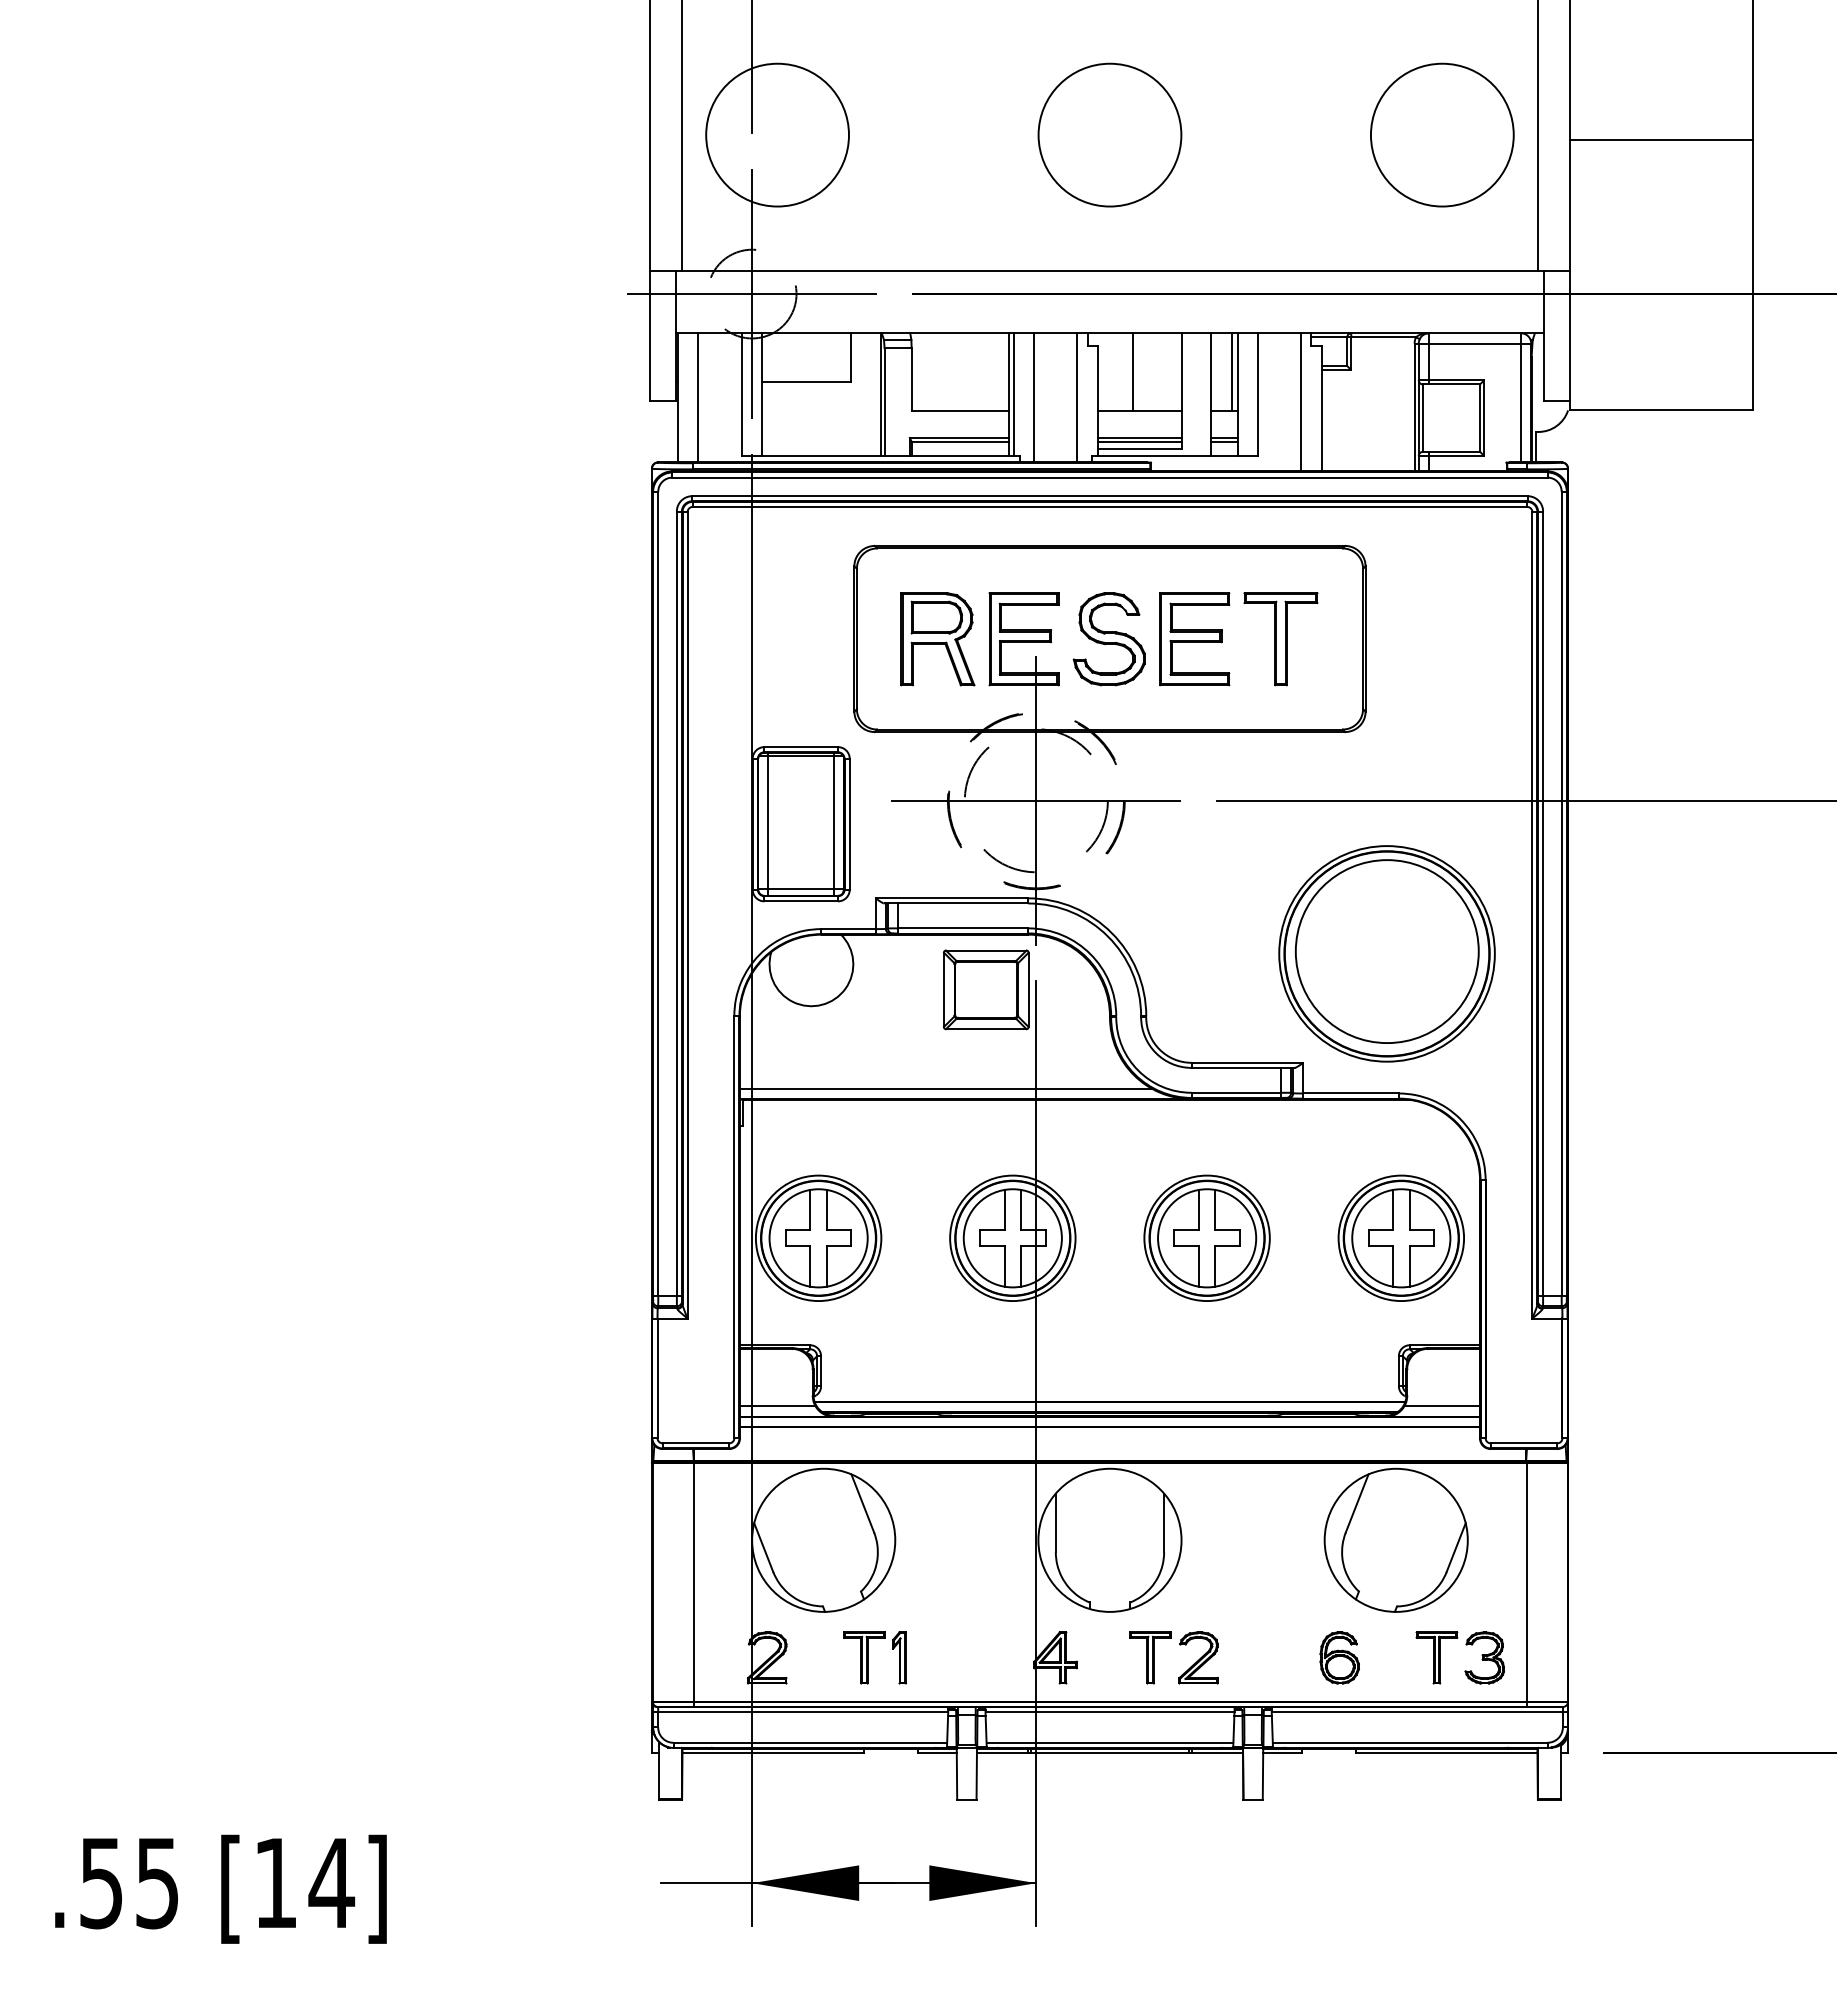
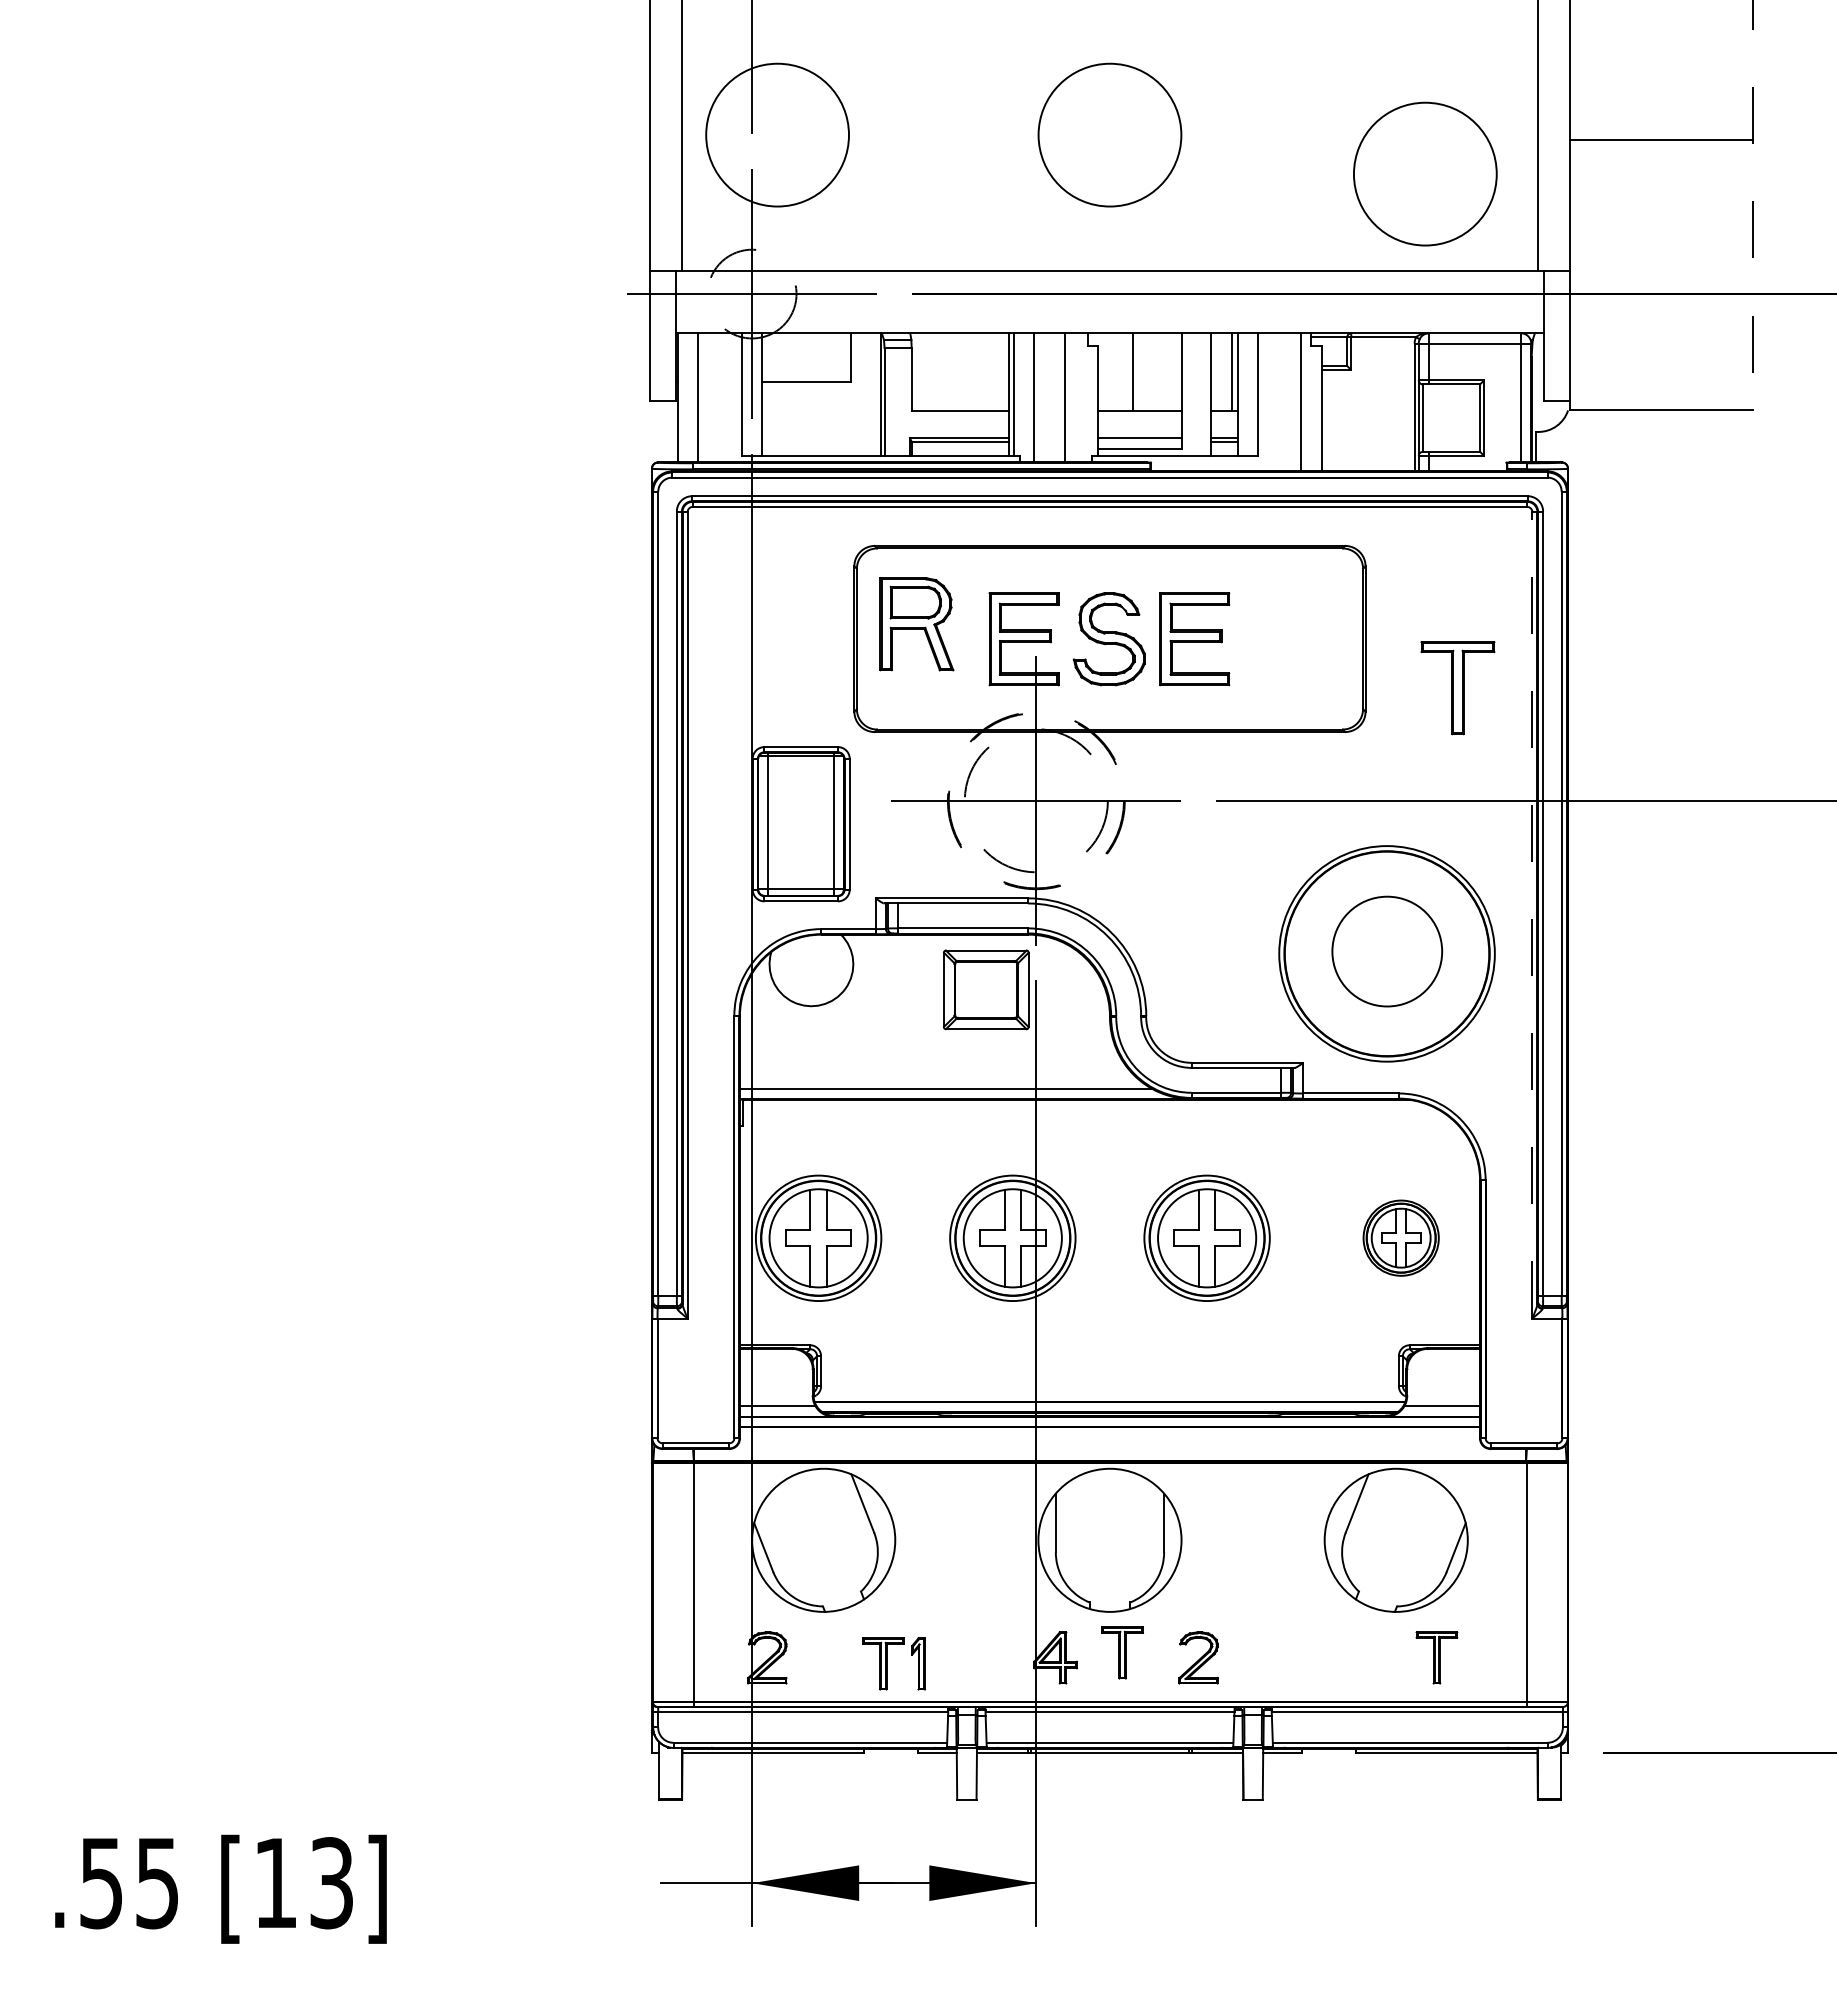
circle at (1442, 134) position: (1442, 134) -> (1425, 173)
line at (1753, 205): solid -> dashed
line at (1077, 397) position: (1077, 397) -> (1065, 397)
line at (1139, 441): present -> none
part at (937, 639) position: (937, 639) -> (916, 624)
part at (1280, 639) position: (1280, 639) -> (1457, 688)
line at (1532, 914): solid -> dashed
circle at (1386, 951) diameter: 183 px -> 110 px
part at (1400, 1237) size: 128x128 px -> 78x78 px
part at (874, 1657) position: (874, 1657) -> (893, 1663)
part at (1150, 1657) position: (1150, 1657) -> (1122, 1652)
part at (1339, 1657): present -> none
part at (1484, 1657): present -> none
text at (331, 1883): [14] -> [13]
